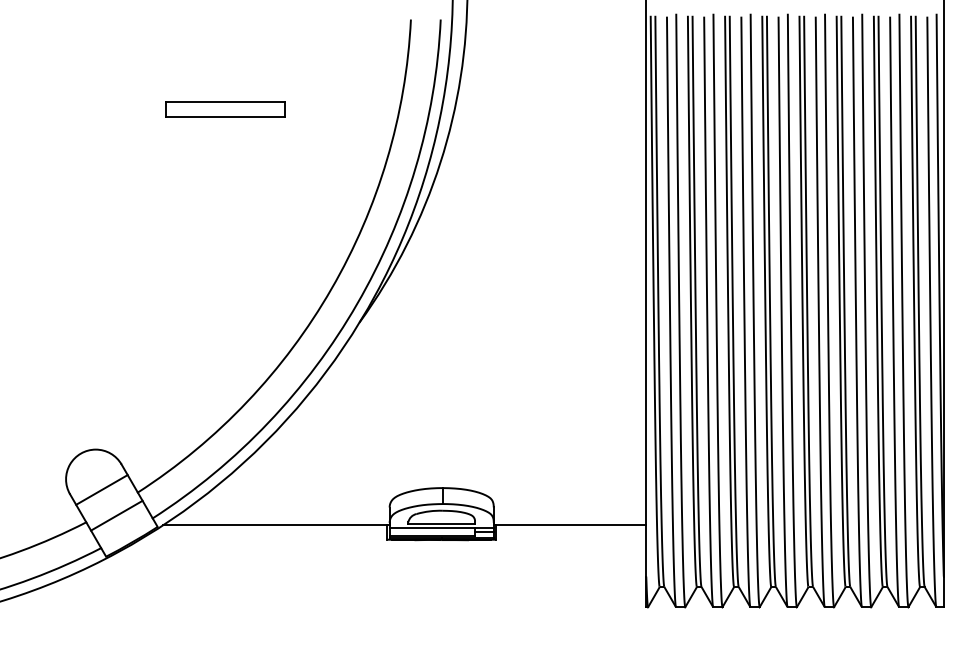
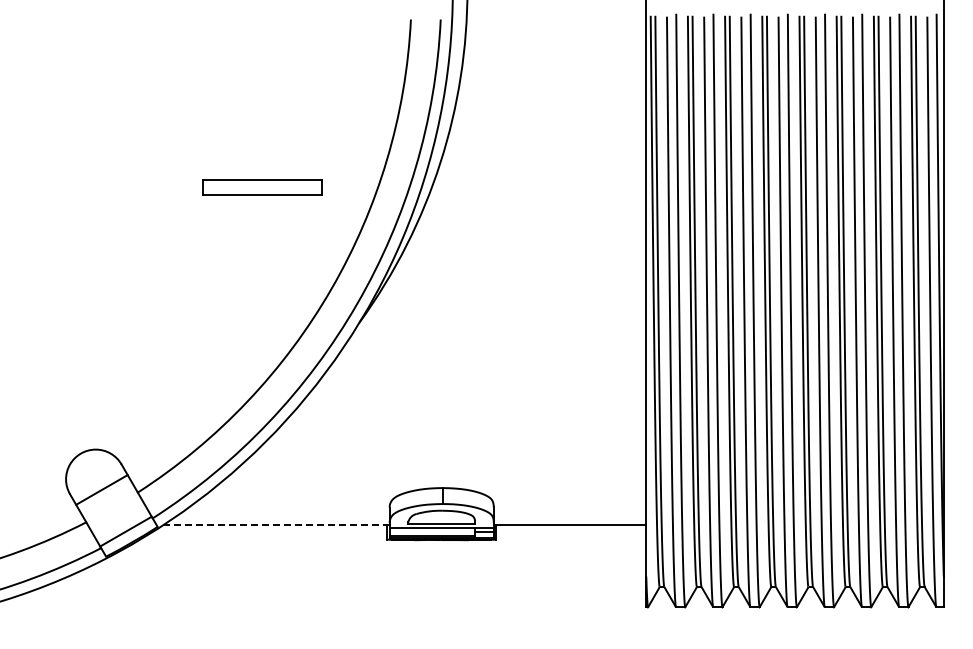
part at (225, 109) position: (225, 109) -> (262, 187)
line at (116, 515) position: (116, 515) -> (125, 531)
line at (276, 525): solid -> dashed
